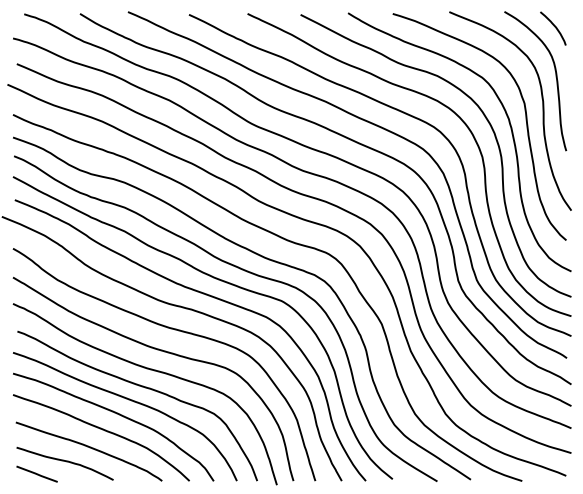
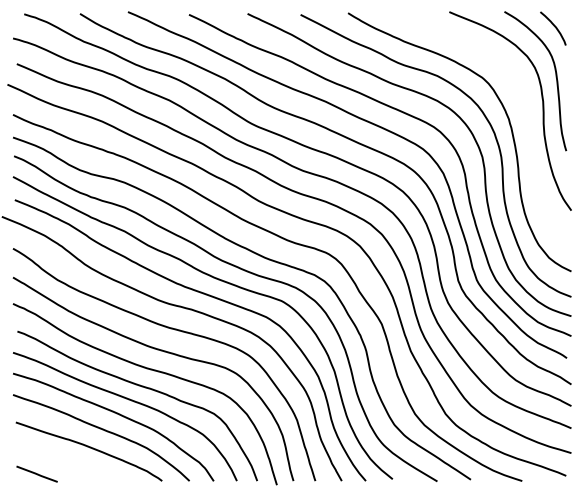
curve at (525, 120): present -> none
curve at (64, 461): present -> none
